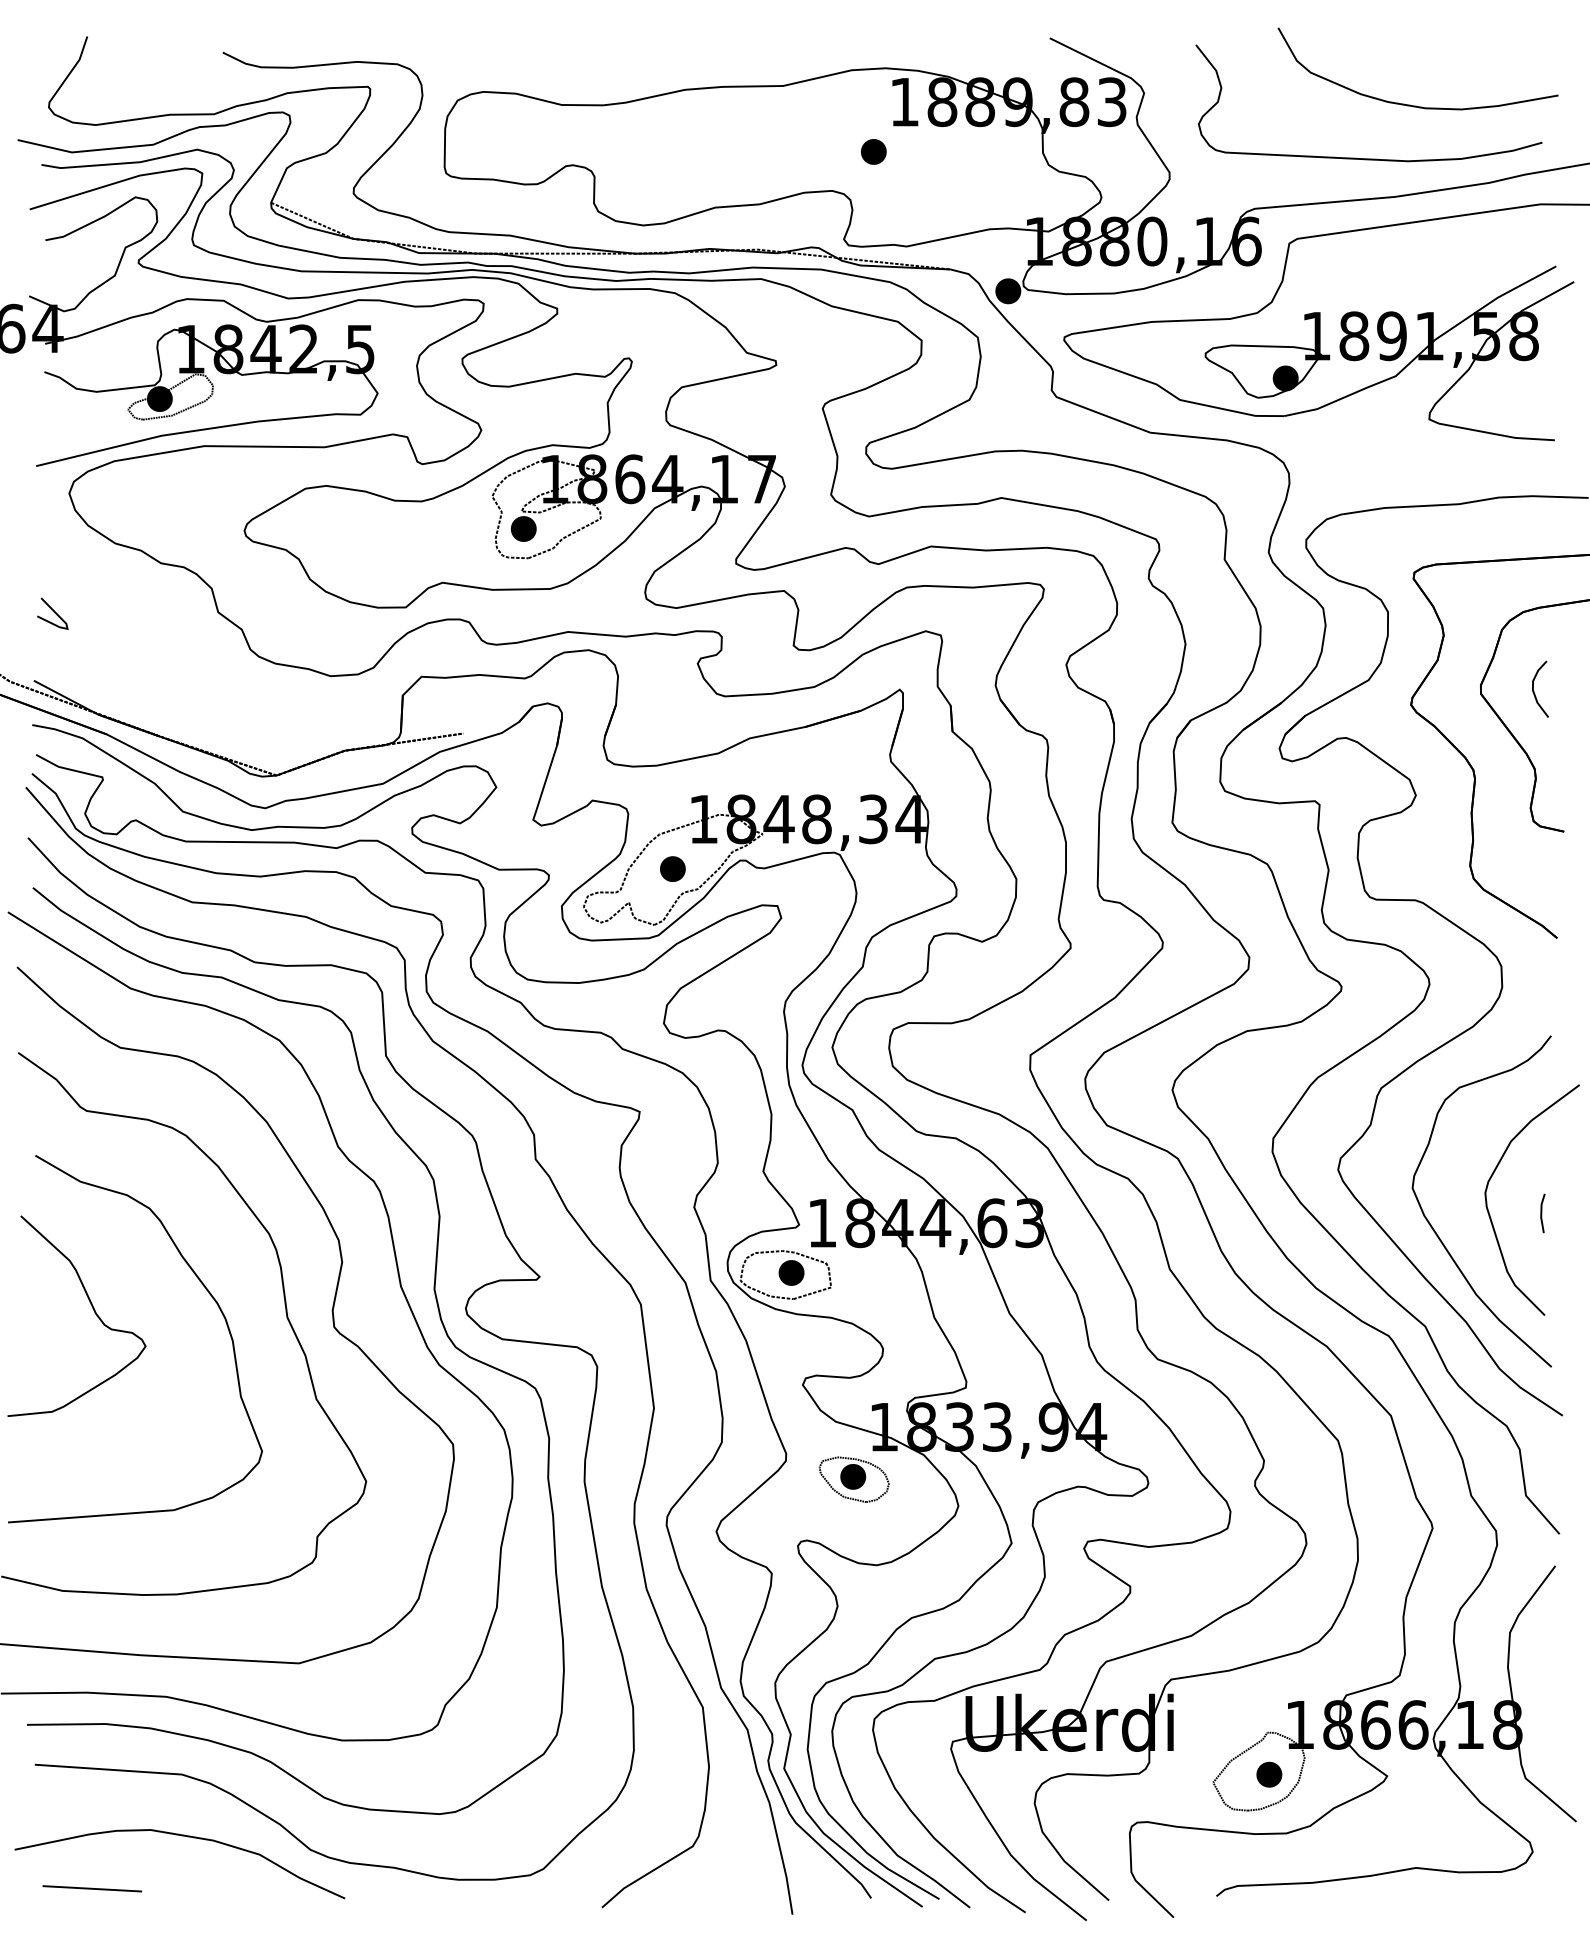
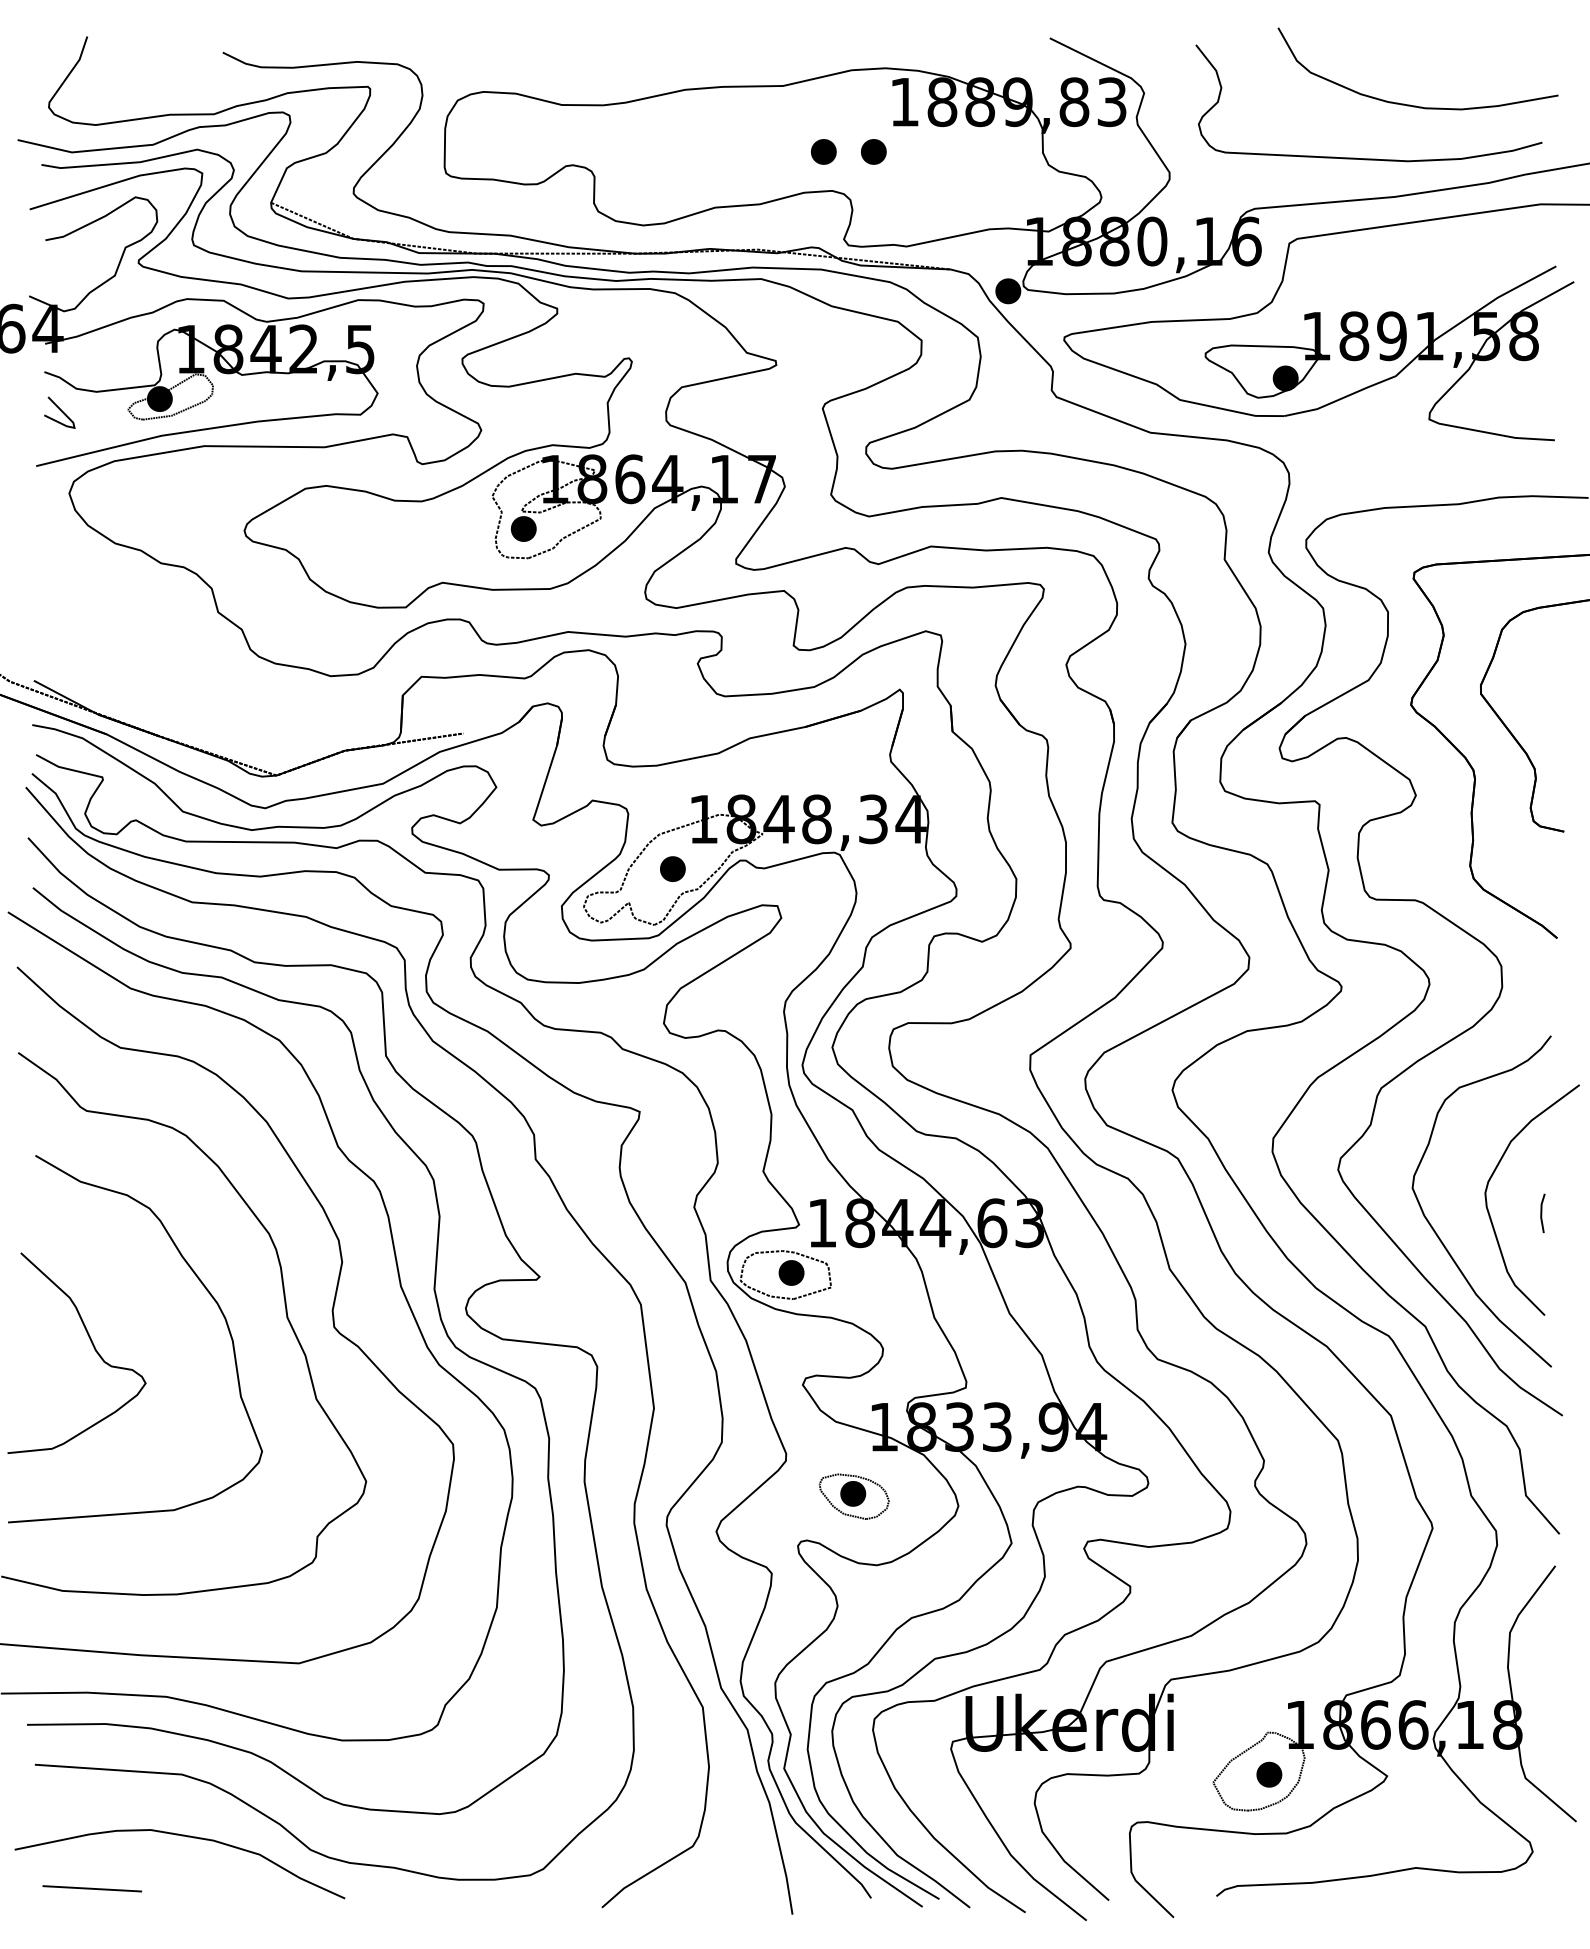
part at (823, 151): none -> present
line at (53, 612) position: (53, 612) -> (60, 411)
curve at (1534, 691): present -> none
part at (92, 1308) position: (92, 1308) -> (92, 1345)
part at (853, 1479) position: (853, 1479) -> (853, 1496)
